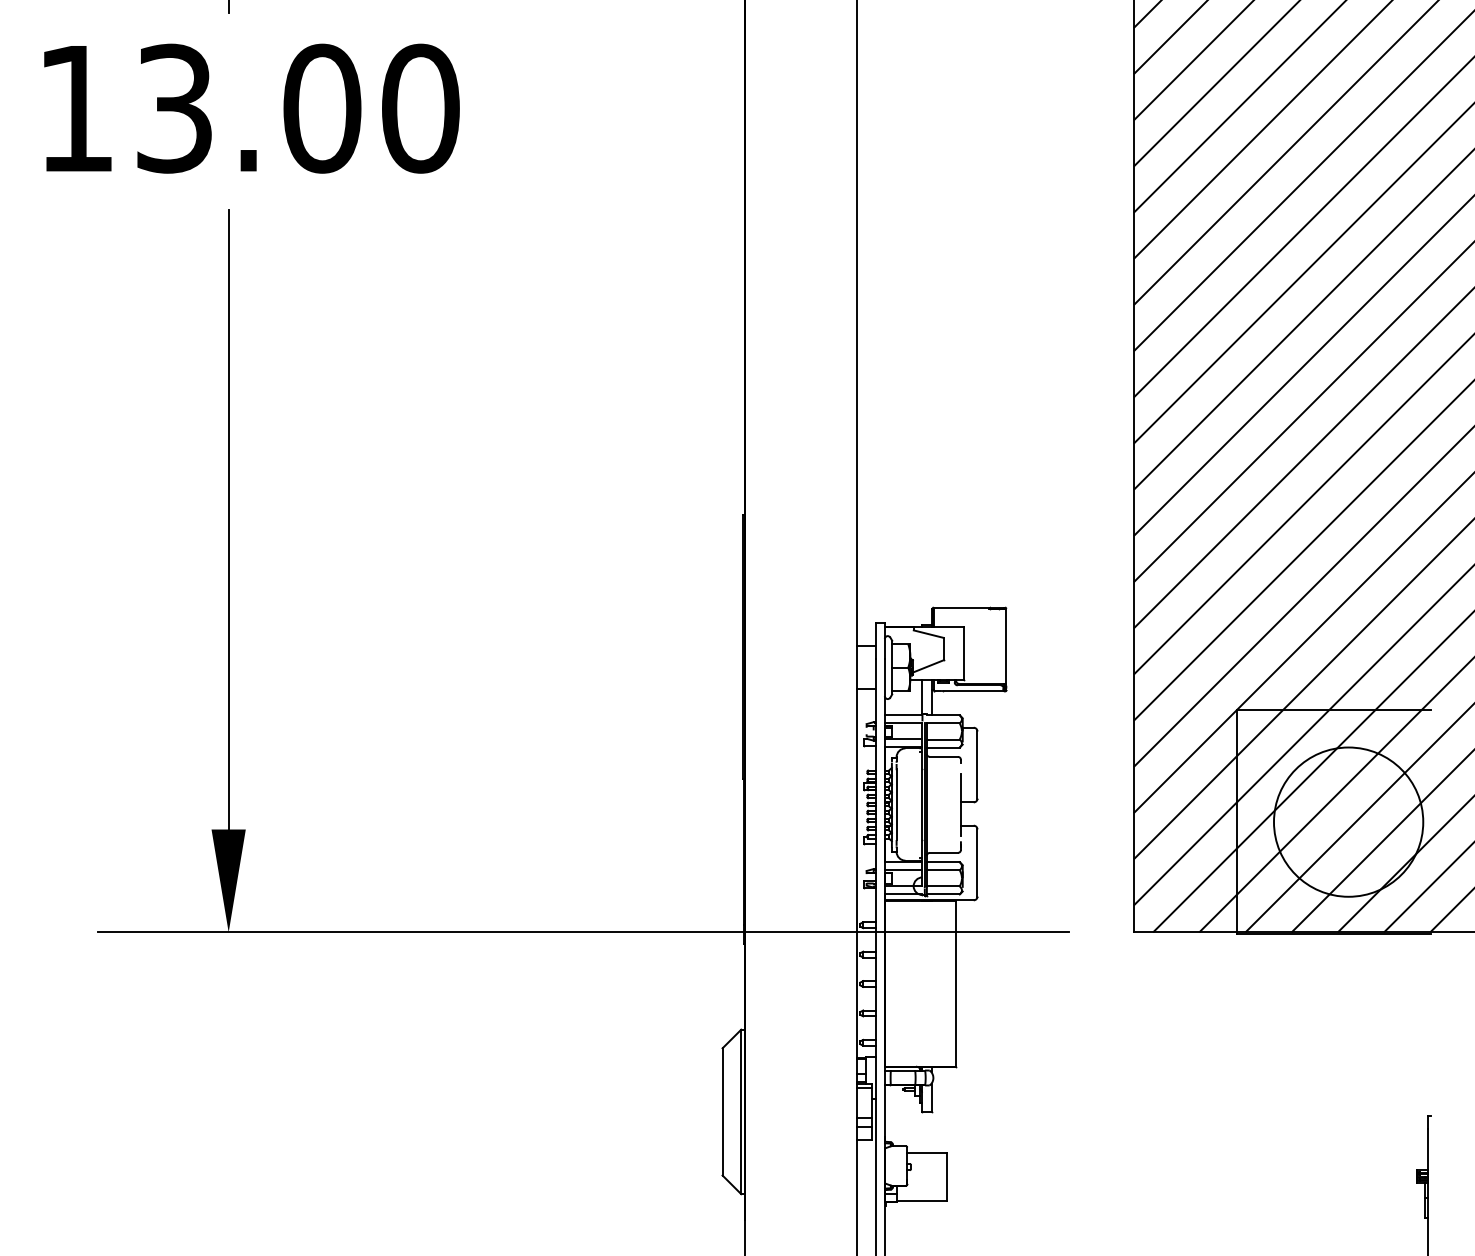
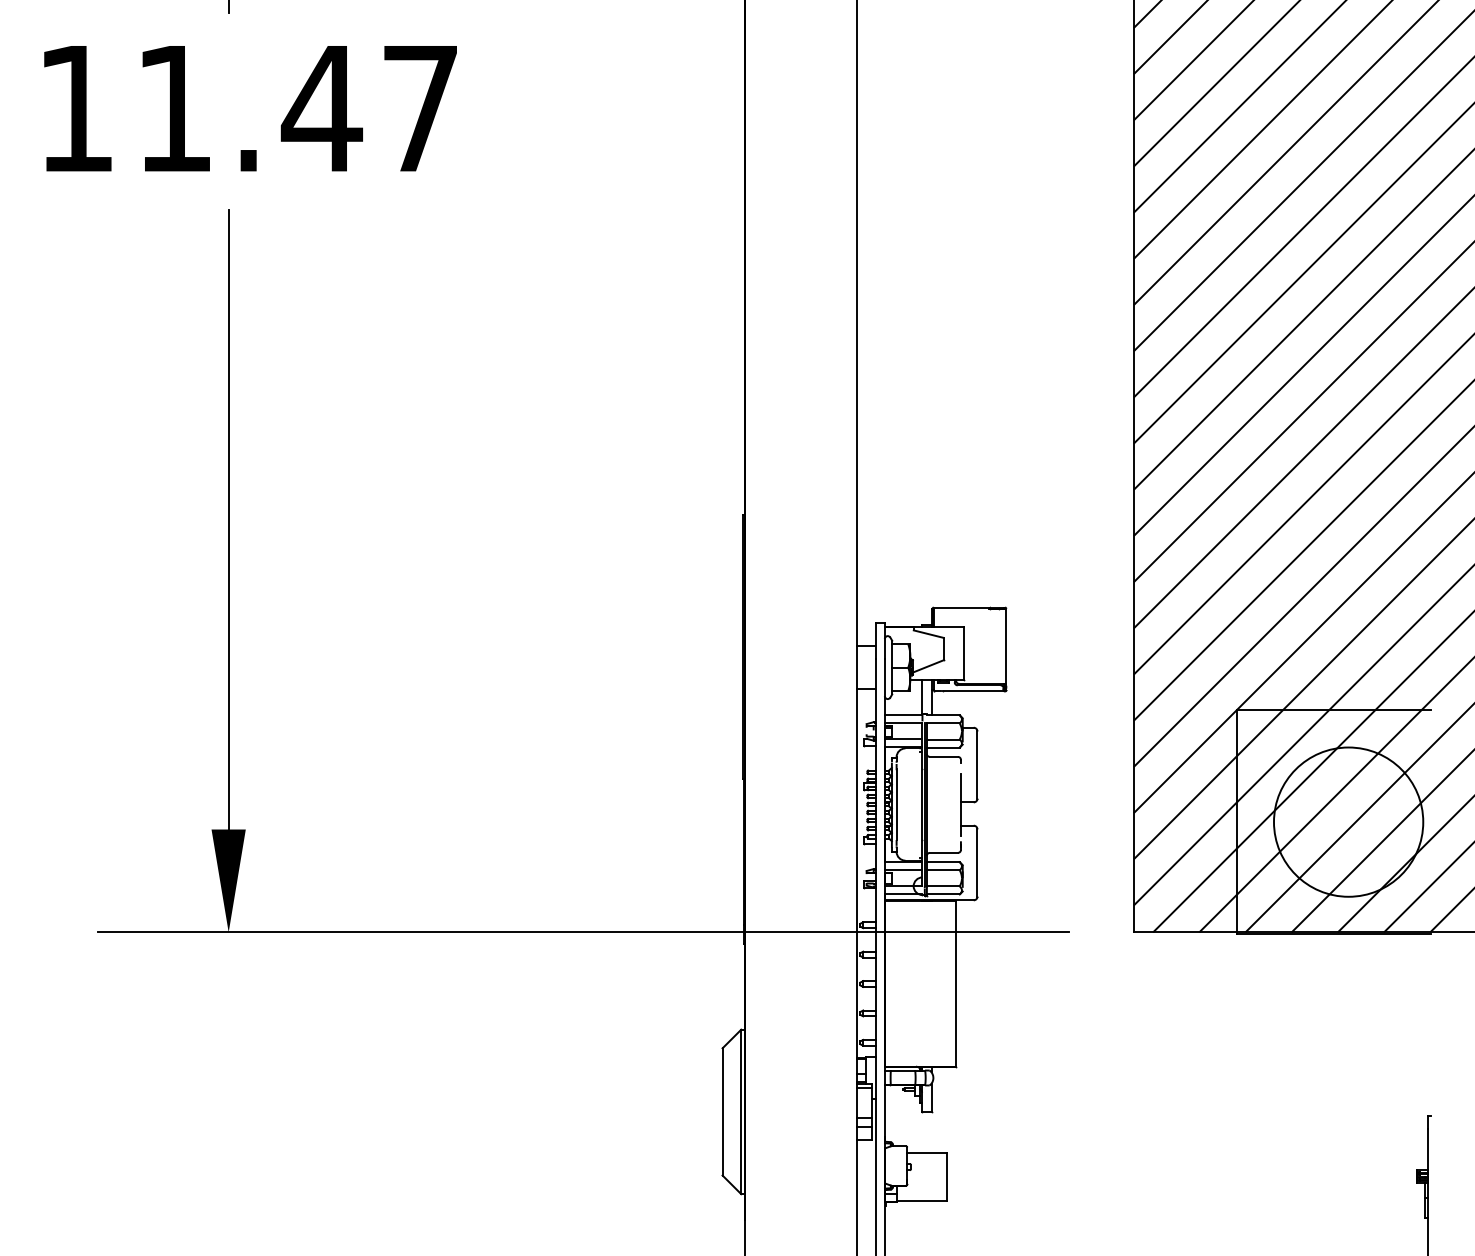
text at (298, 108): 13.00 -> 11.47
